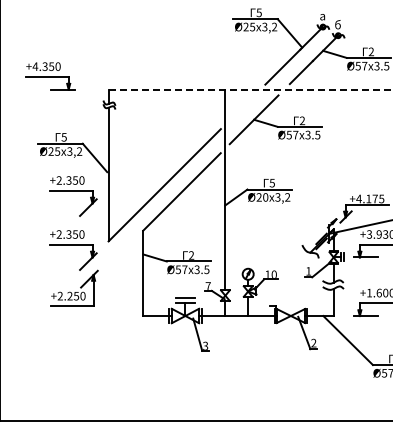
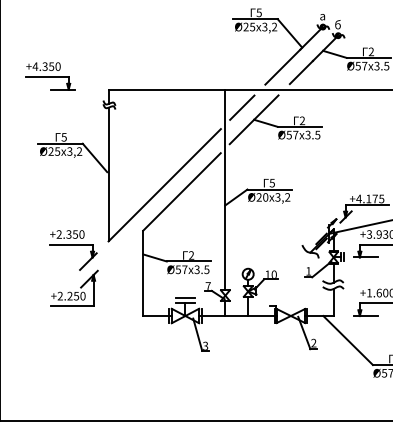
line at (250, 90): dashed -> solid
line at (242, 107): none -> present
part at (73, 196): present -> none
